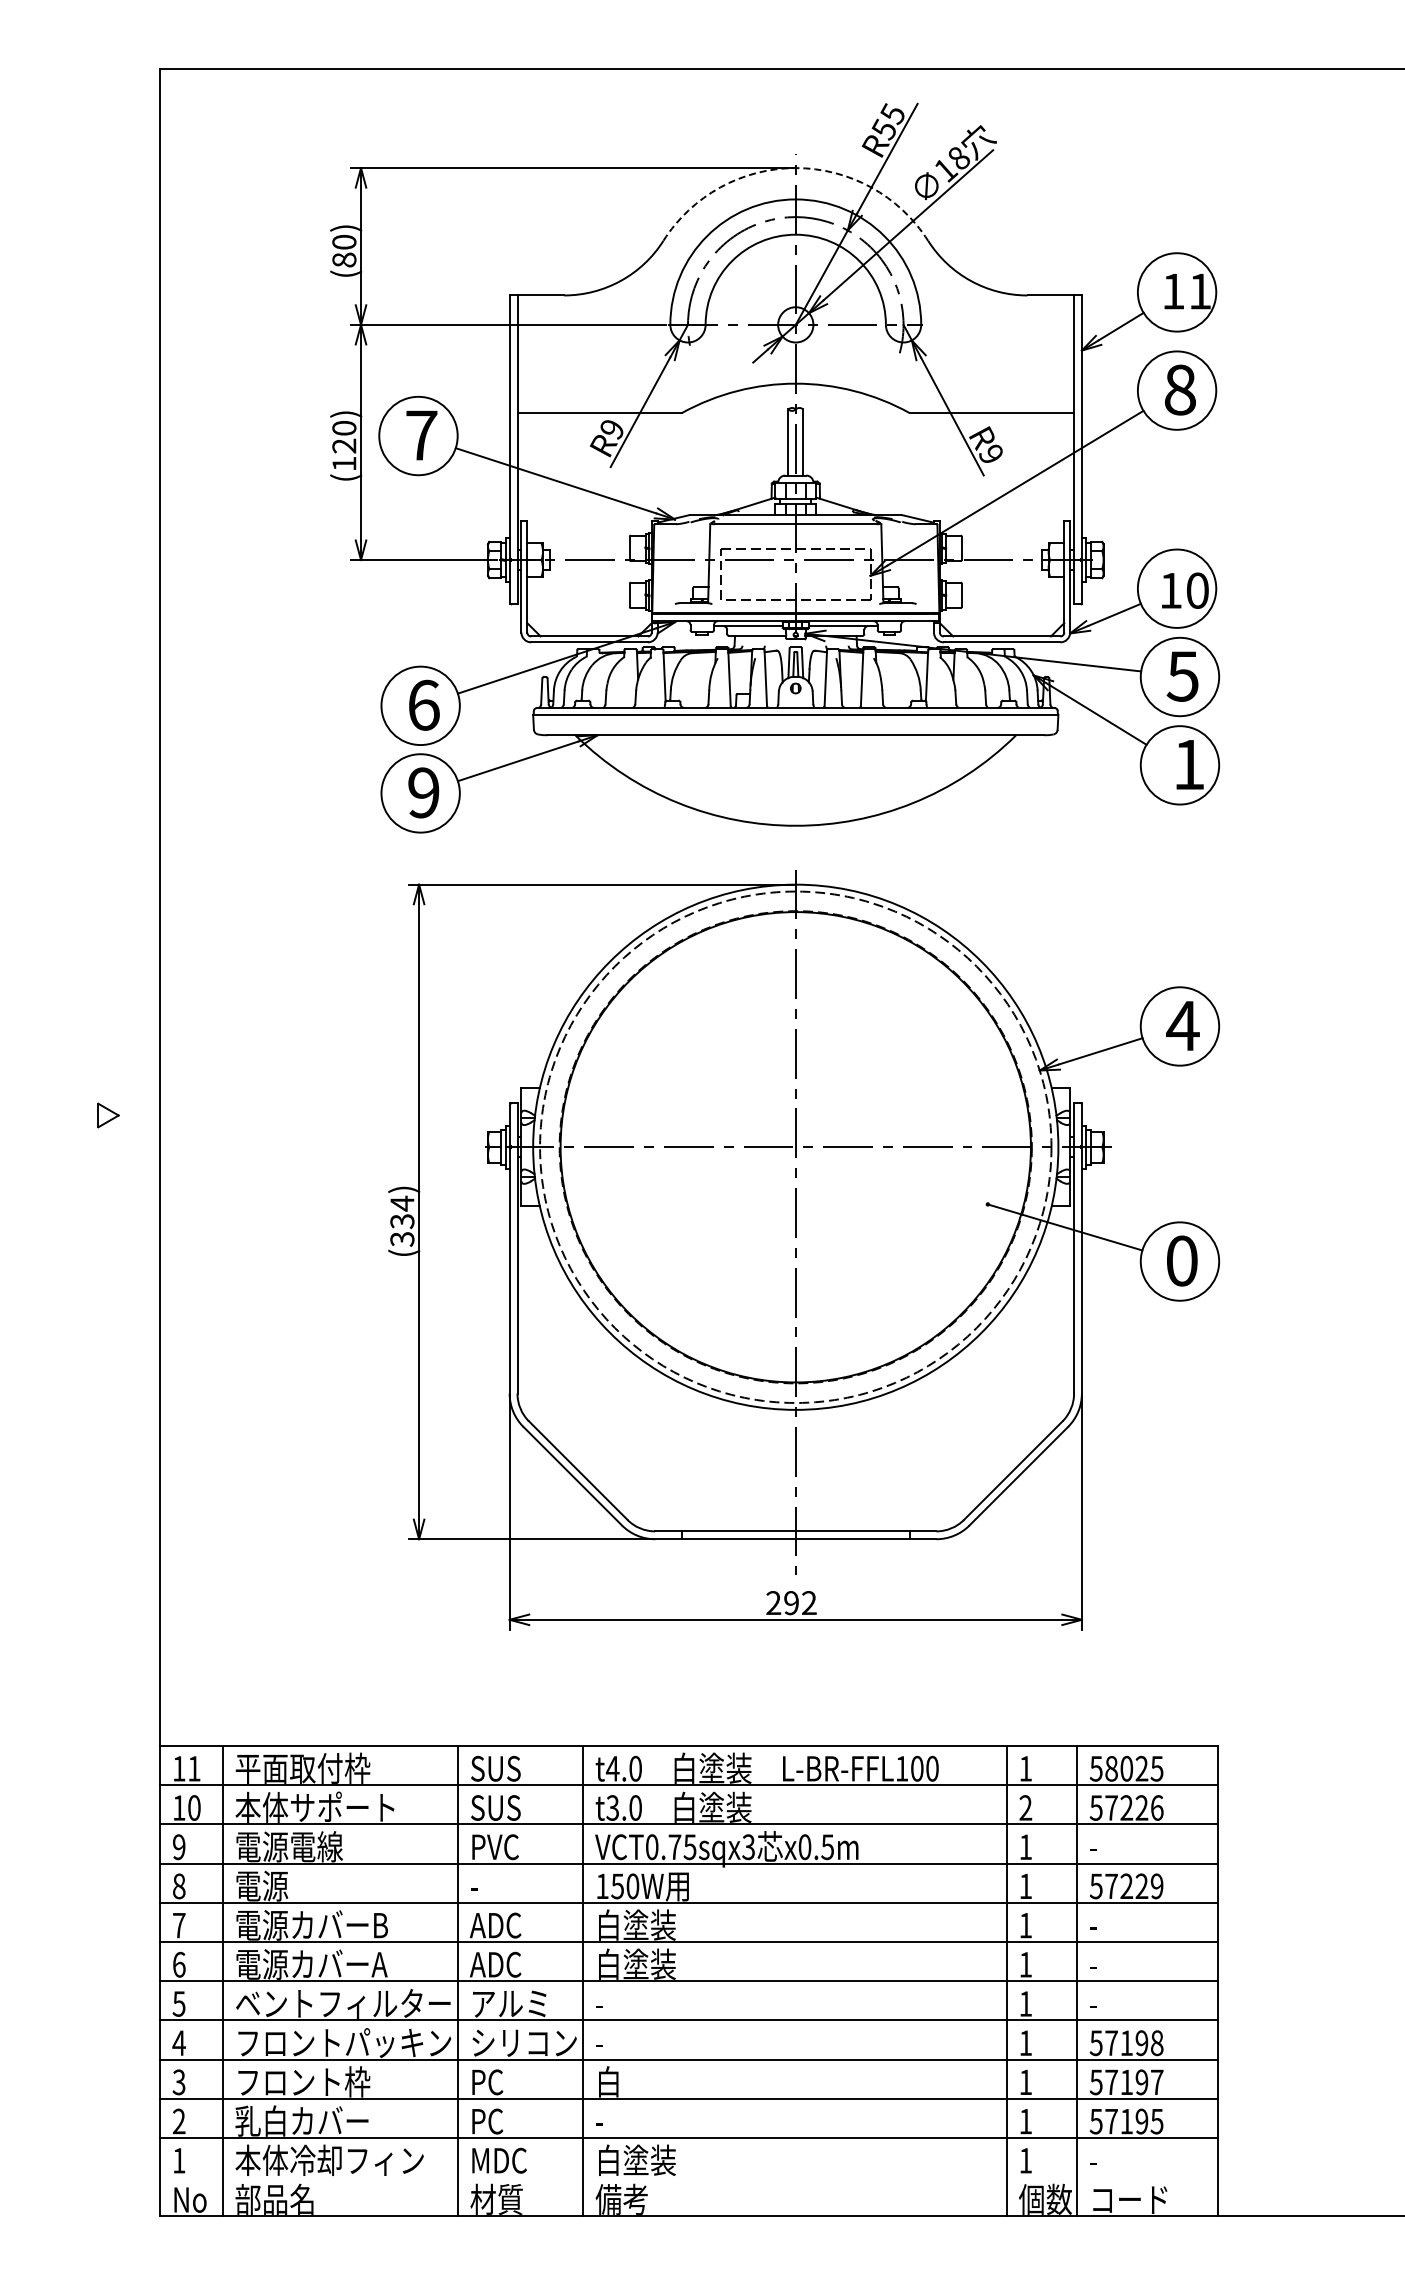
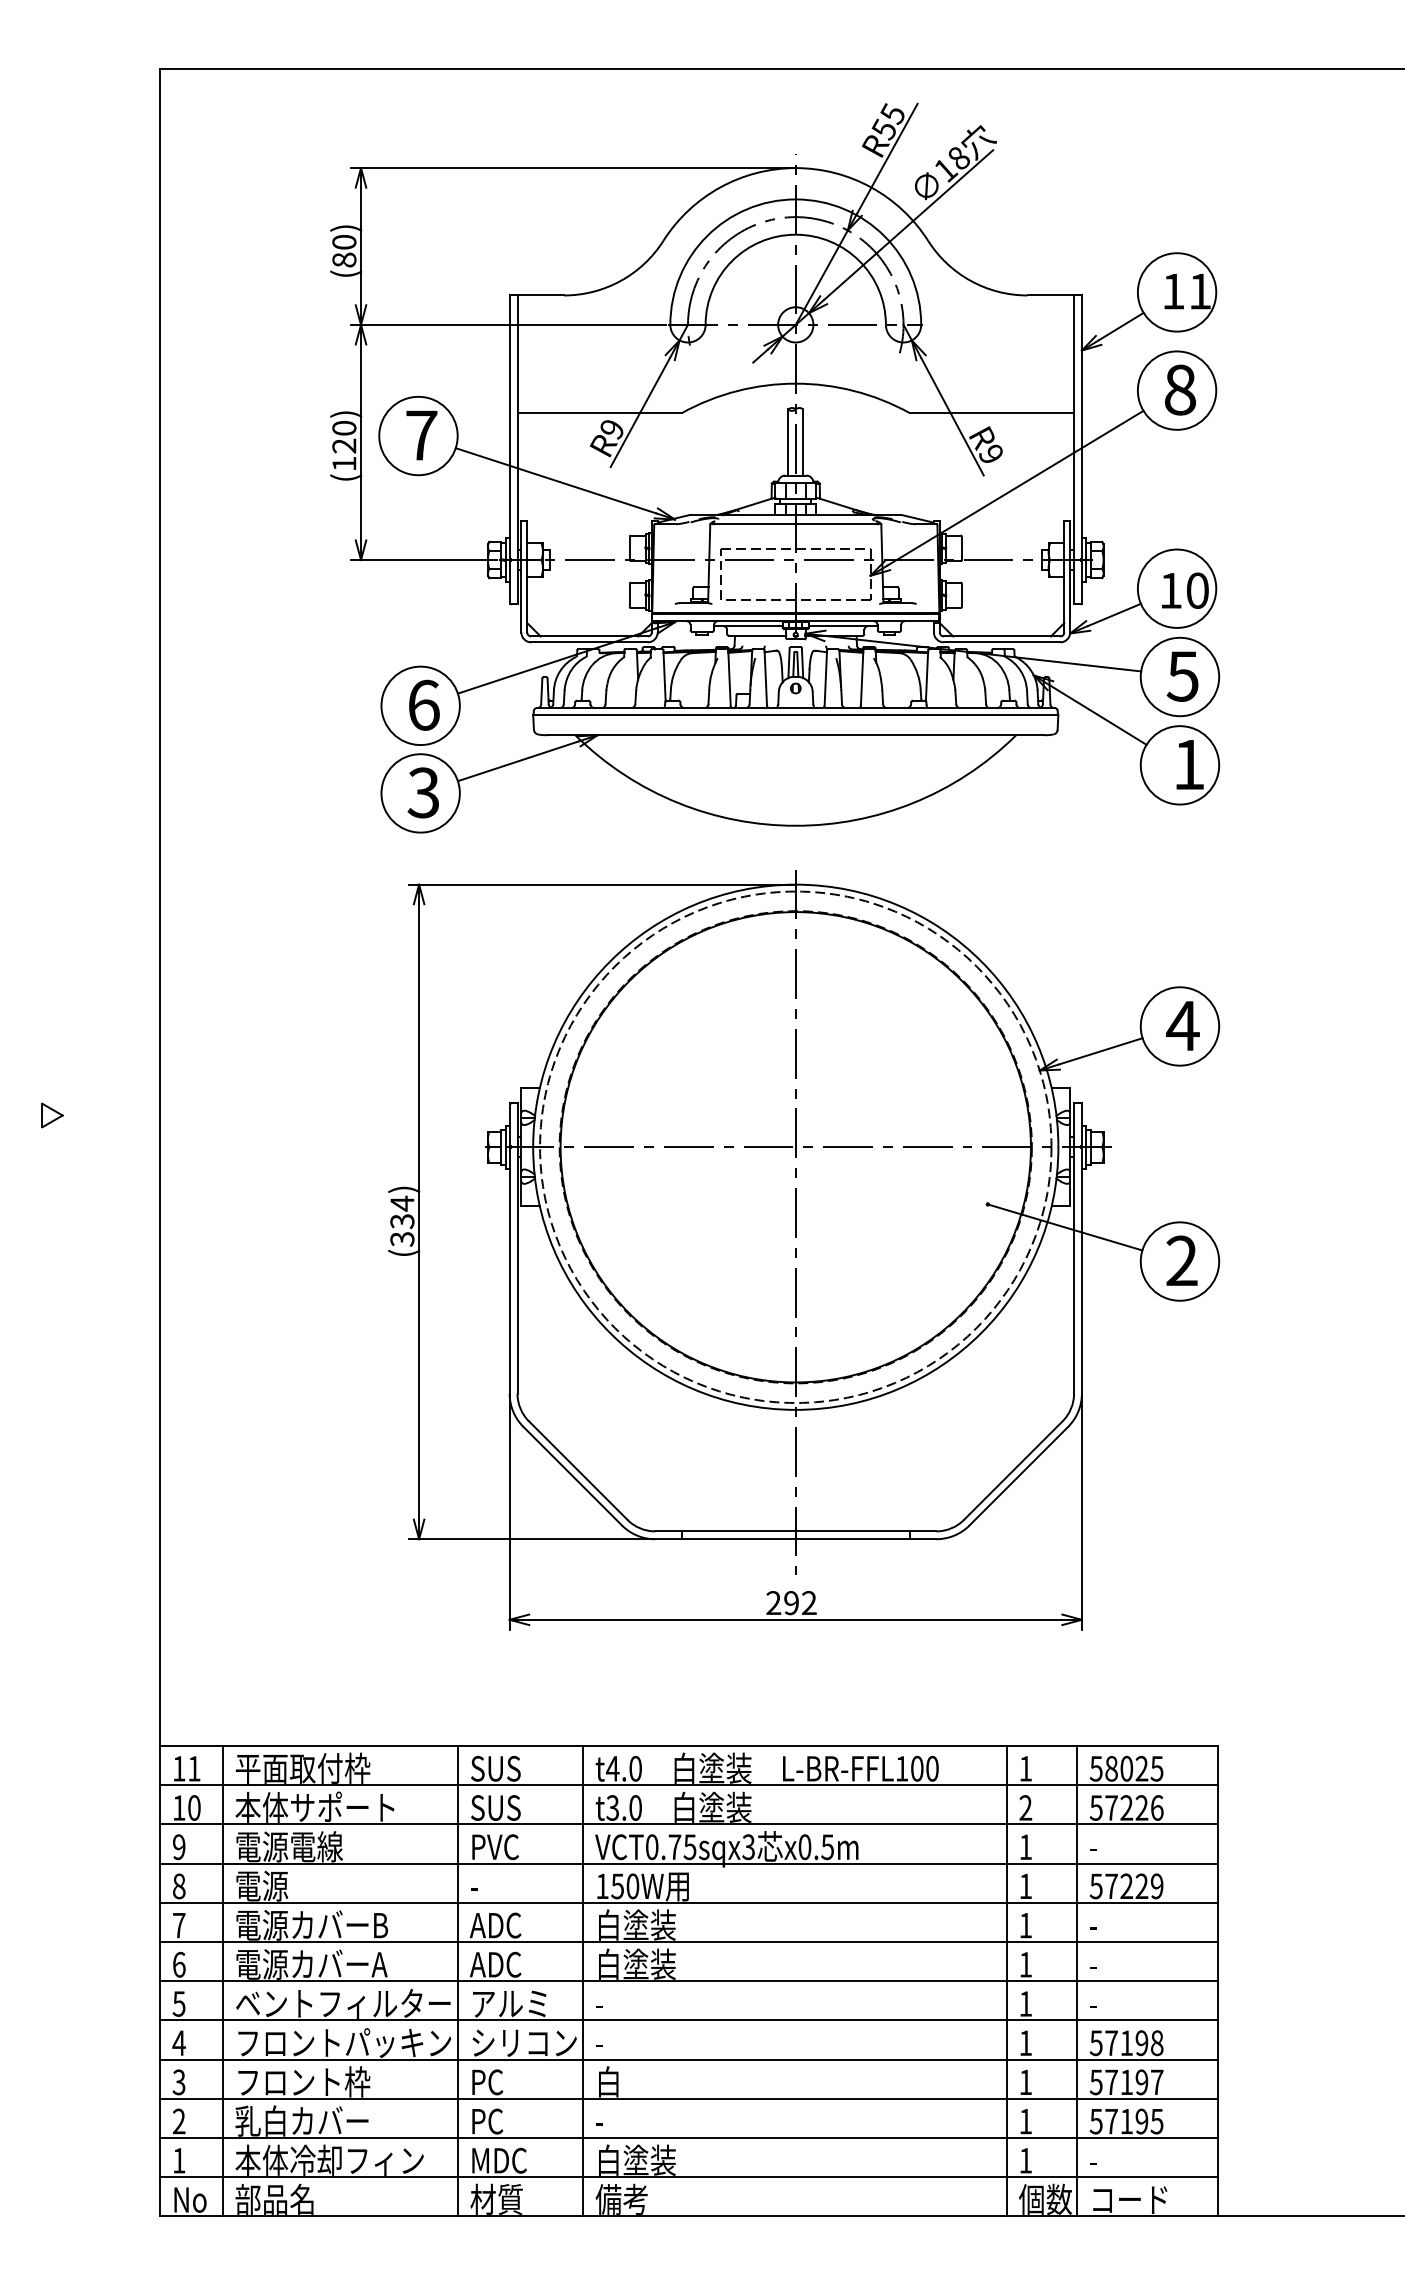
arc at (795, 168): dashed -> solid
text at (423, 792): 9 -> 3
part at (108, 1115) position: (108, 1115) -> (52, 1115)
text at (1181, 1260): 0 -> 2
line at (688, 2177): none -> present
